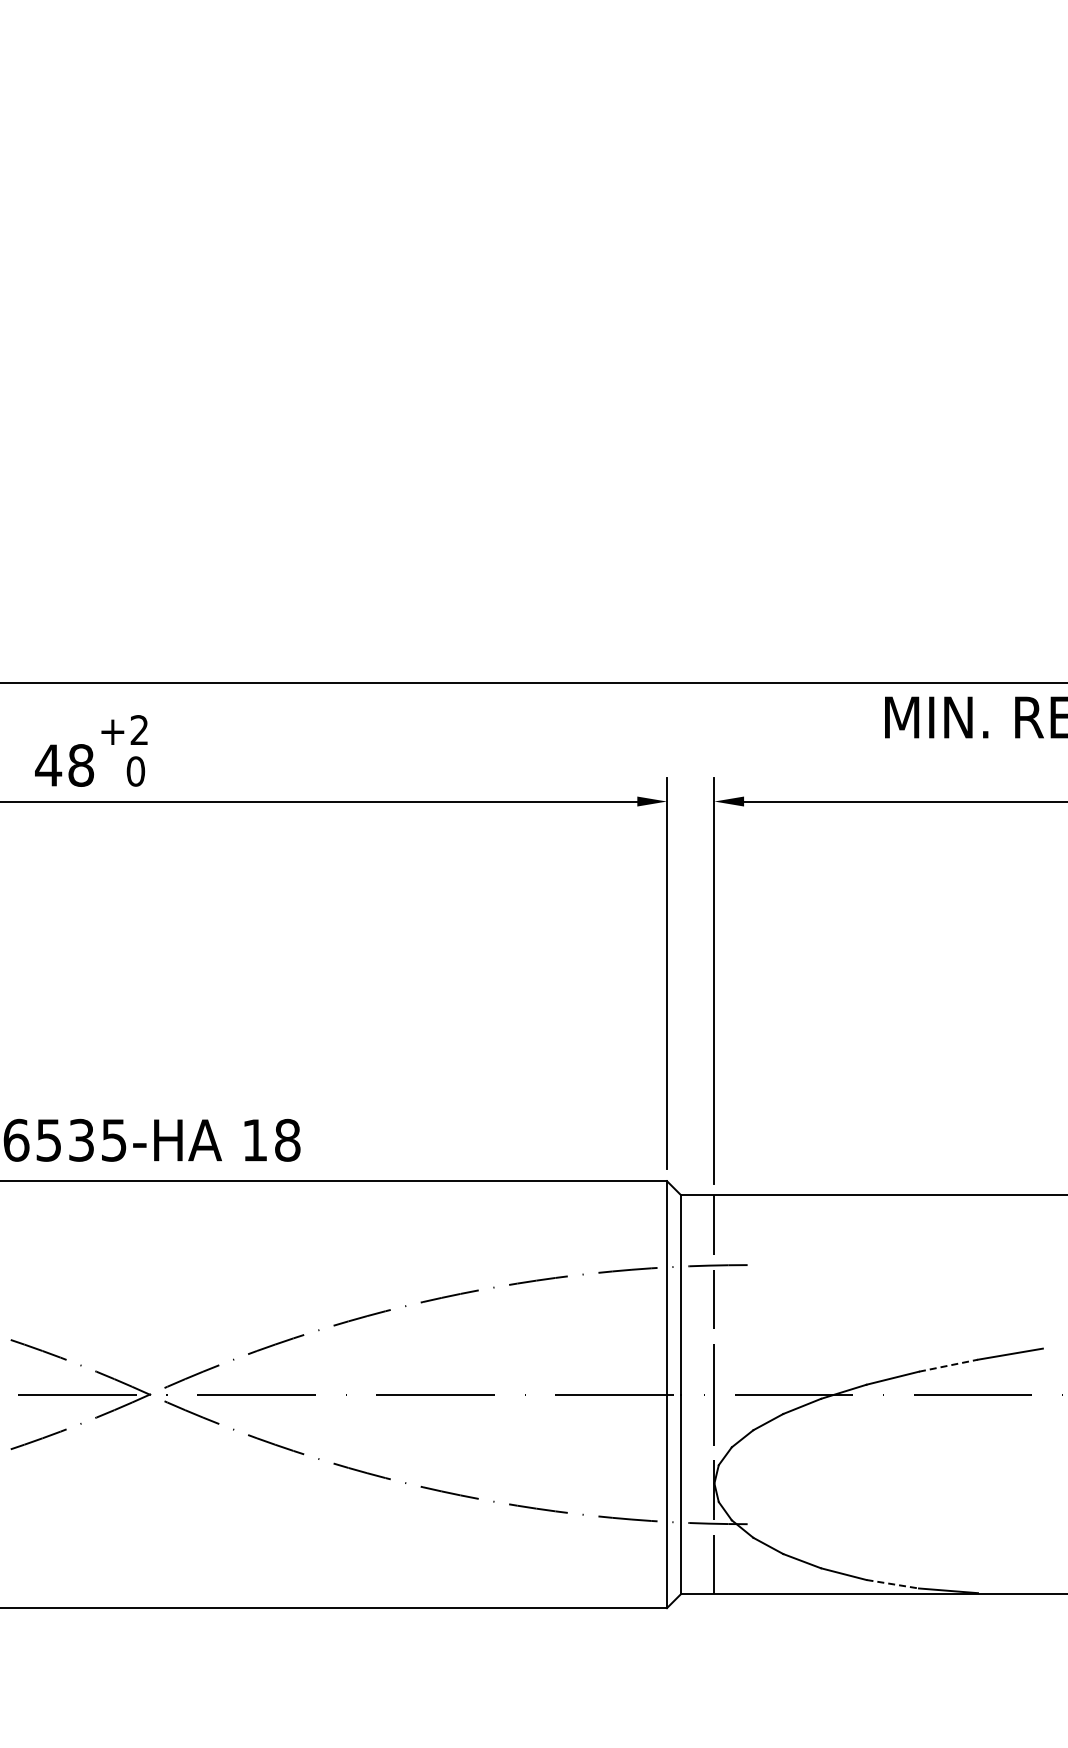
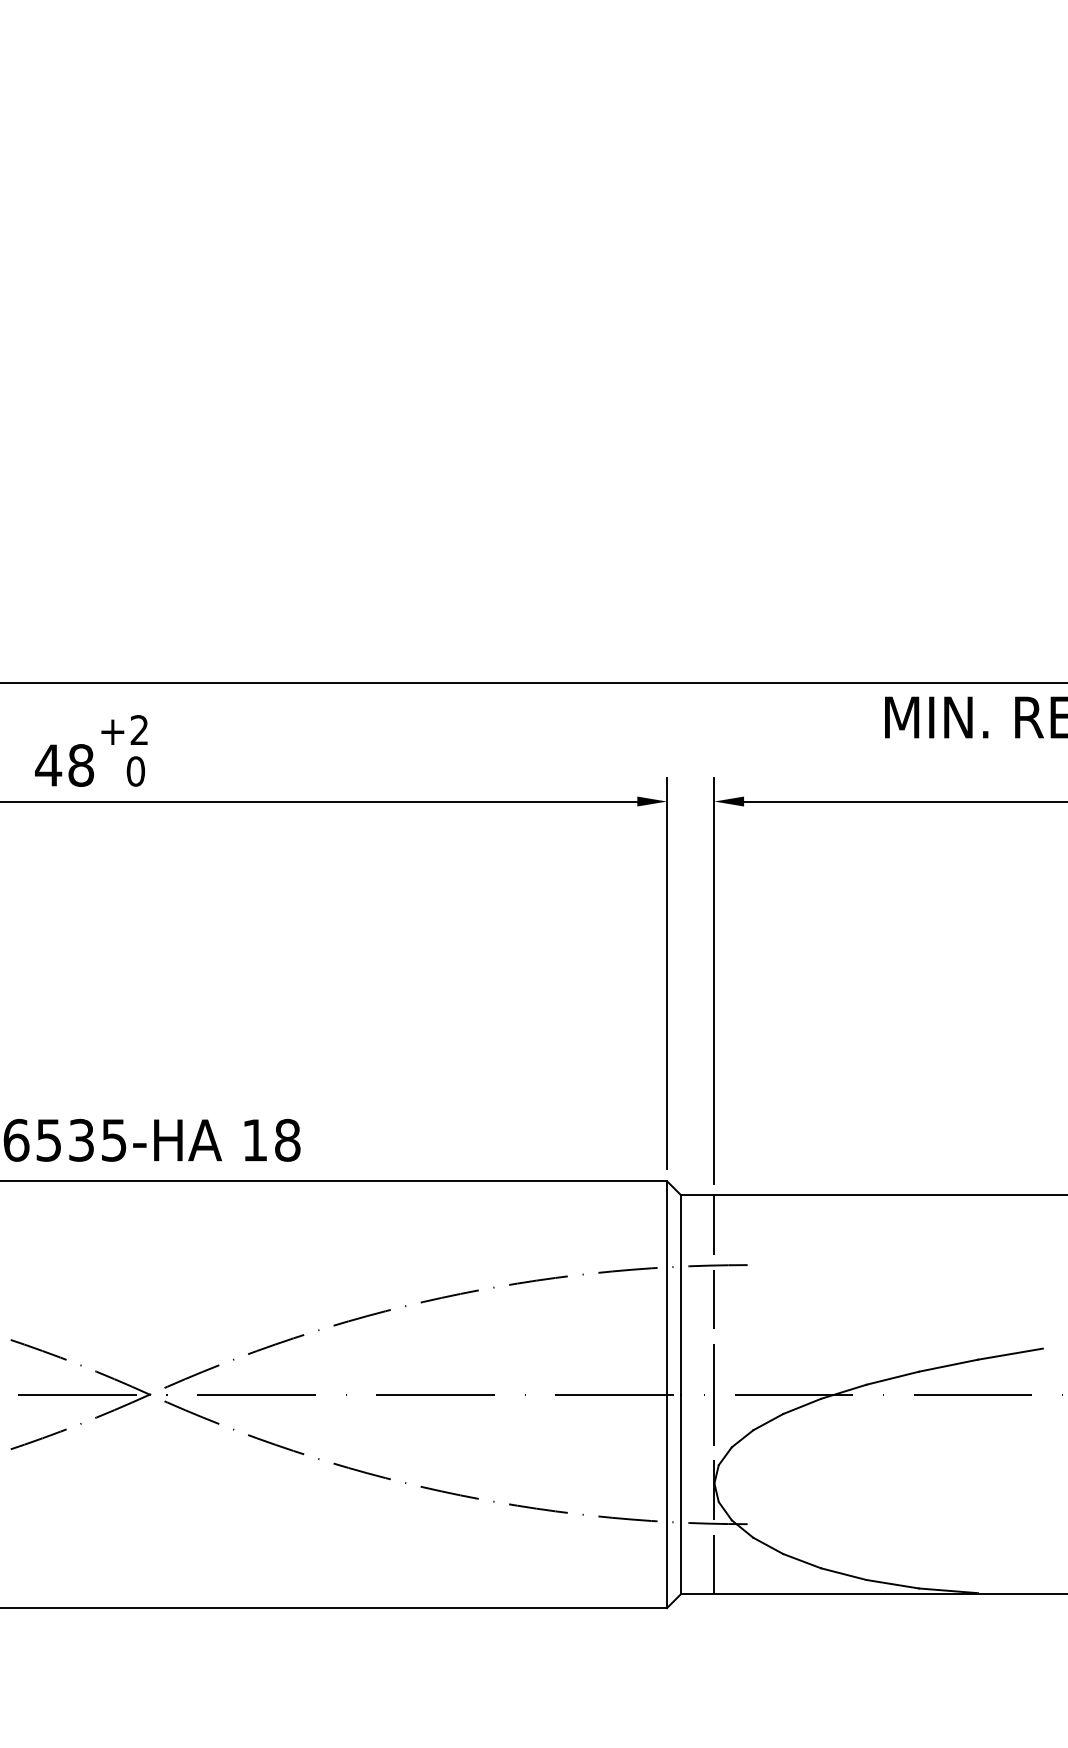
line at (948, 1365): dashed -> solid
line at (892, 1584): dashed -> solid
